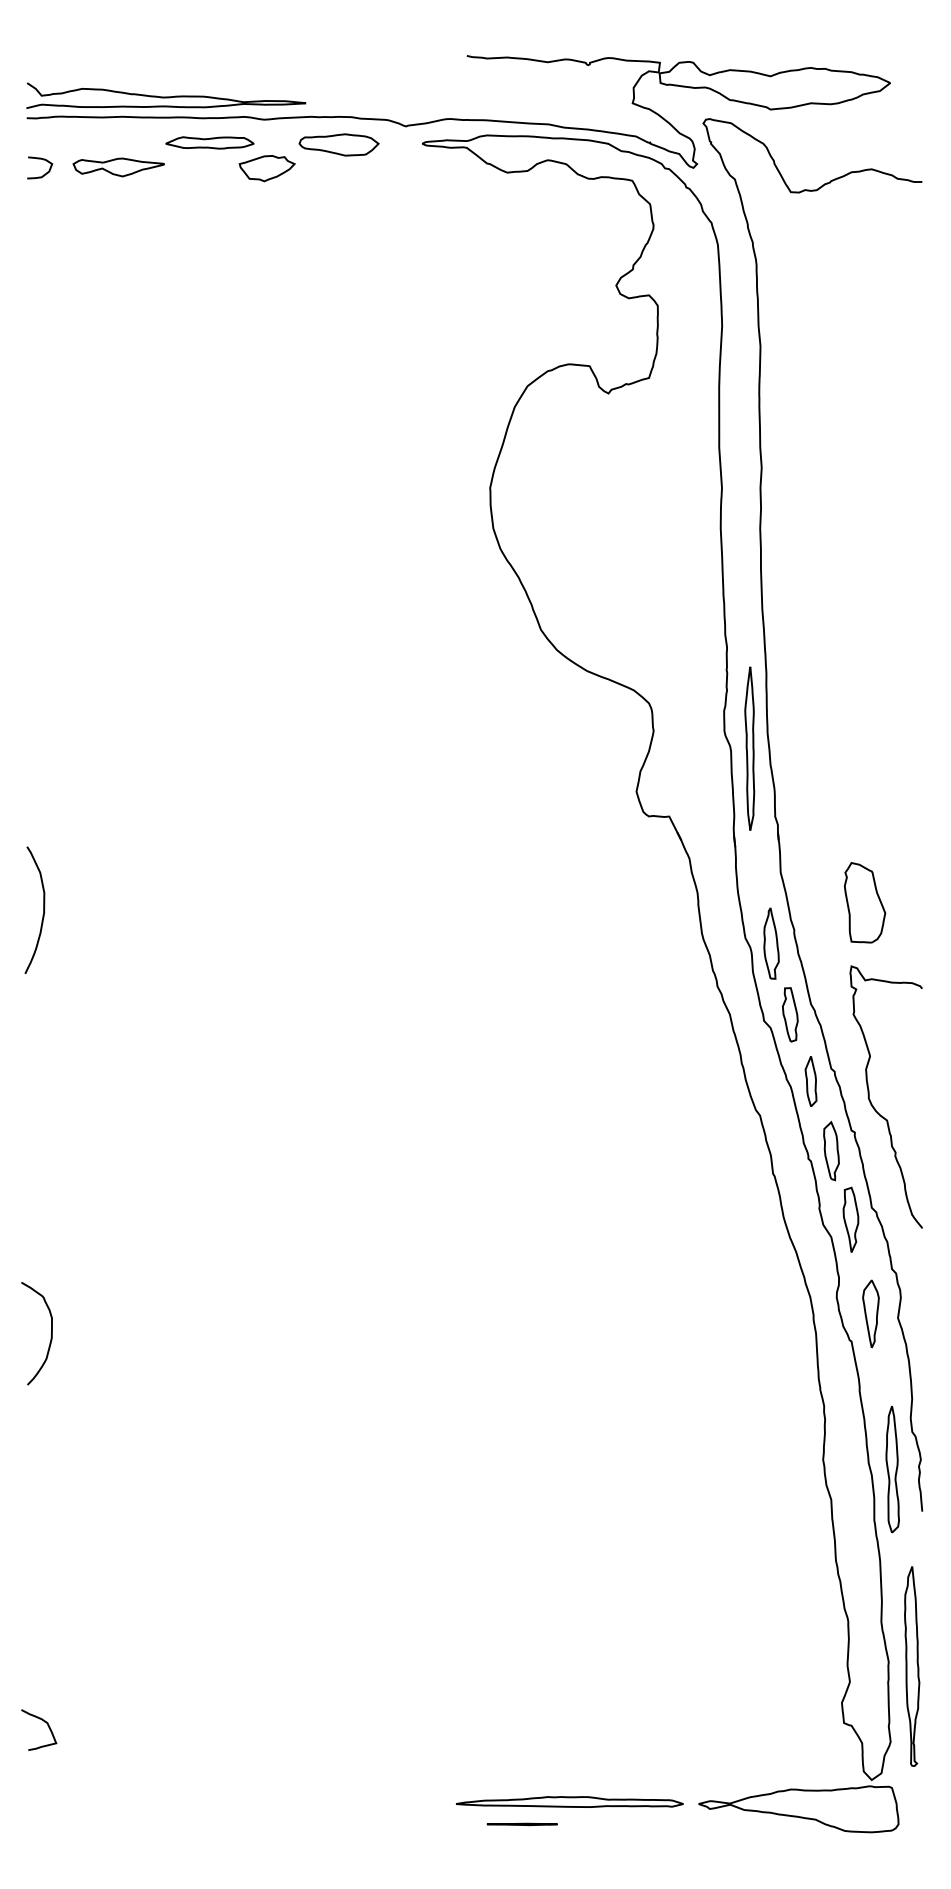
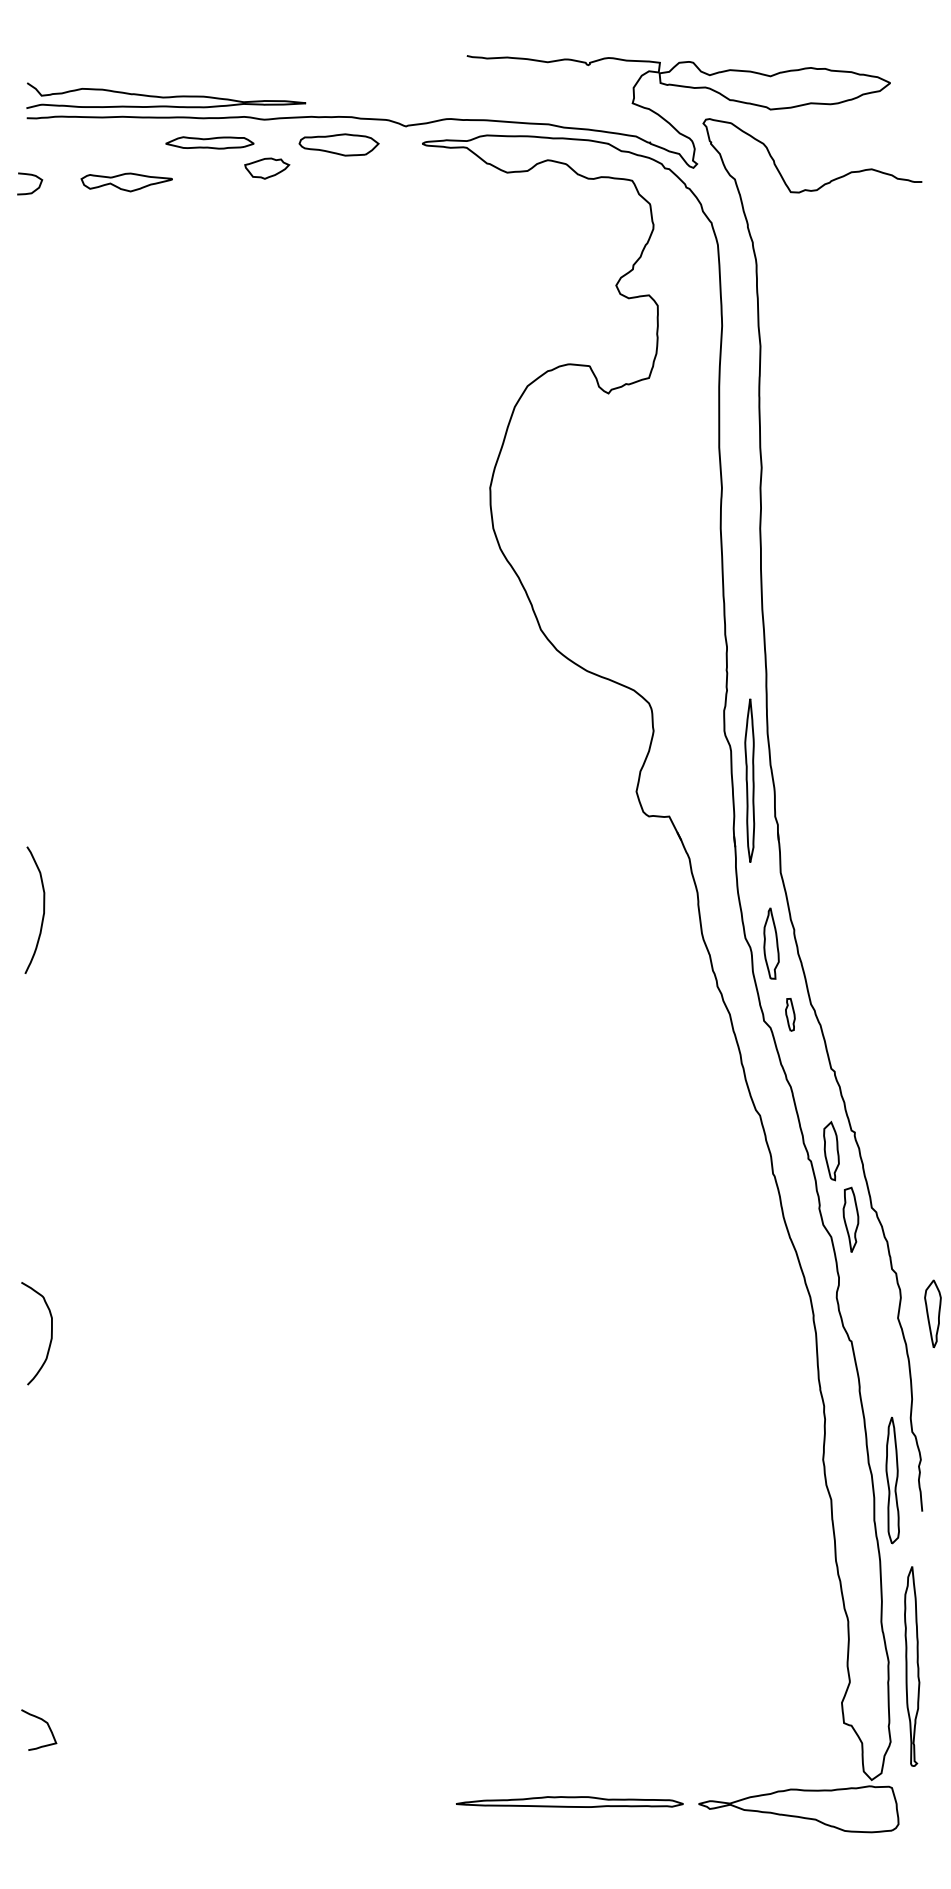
curve at (43, 160) position: (43, 160) -> (33, 176)
part at (118, 167) position: (118, 167) -> (126, 182)
part at (266, 168) size: 58x28 px -> 47x23 px
part at (749, 748) position: (749, 748) -> (749, 780)
part at (864, 902): present -> none
part at (790, 1014) size: 17x56 px -> 11x34 px
part at (810, 1081): present -> none
curve at (871, 1101): present -> none
part at (870, 1313) position: (870, 1313) -> (932, 1313)
part at (892, 1469) position: (892, 1469) -> (892, 1480)
line at (521, 1824): present -> none
